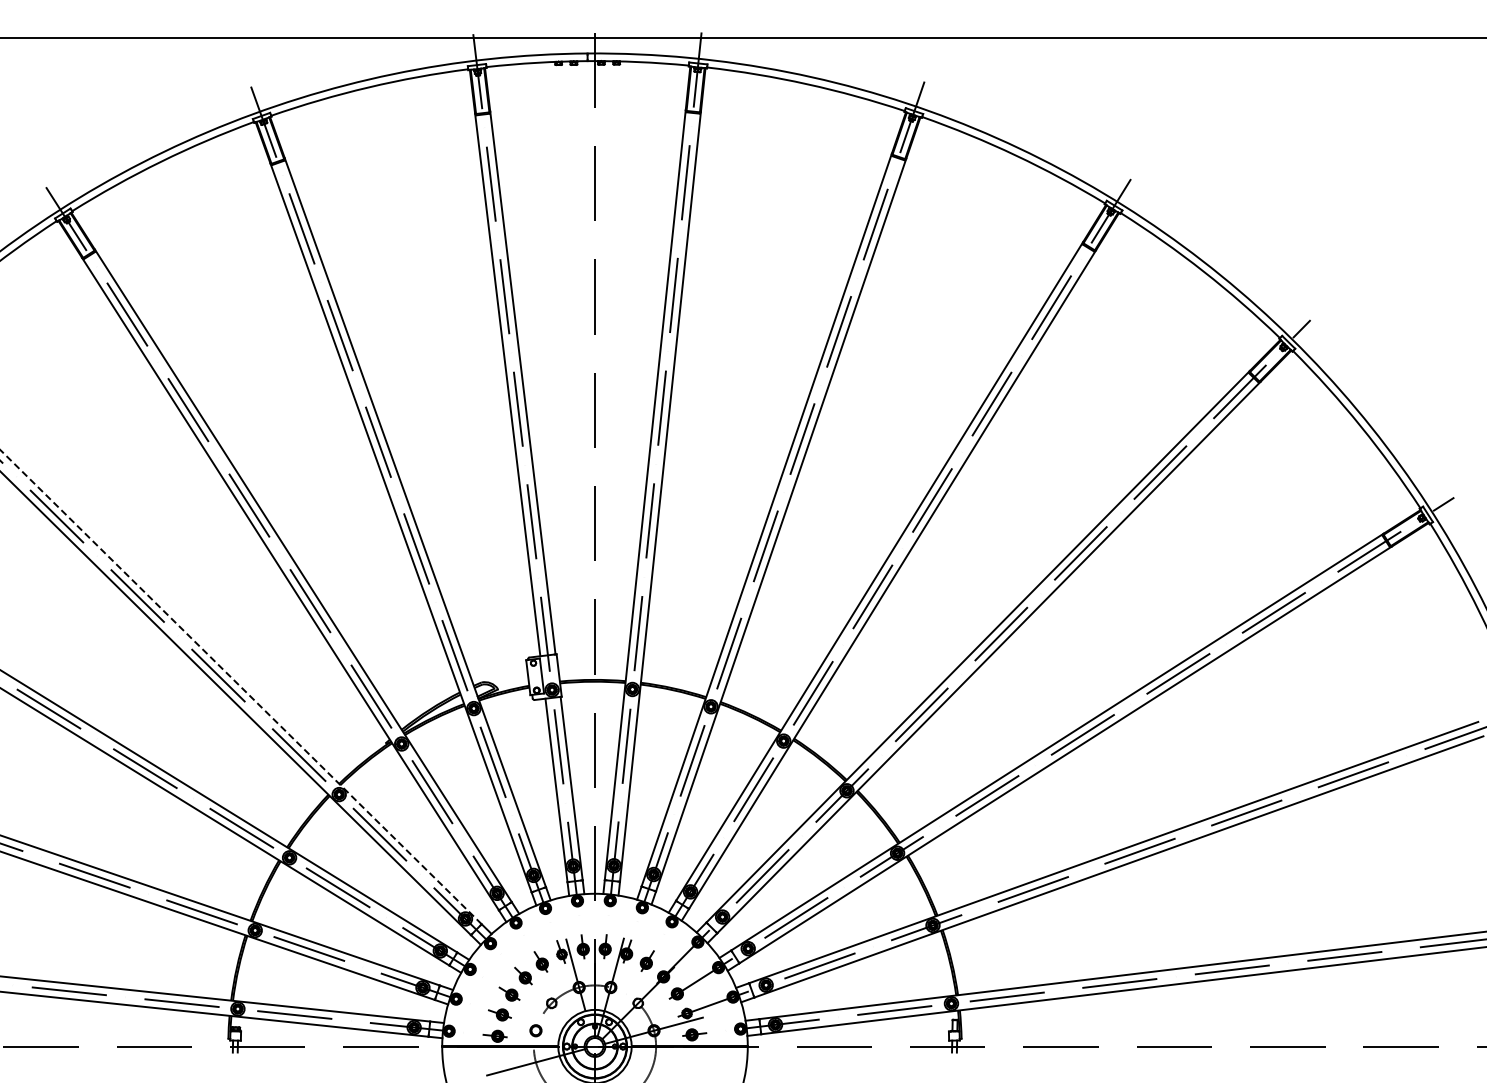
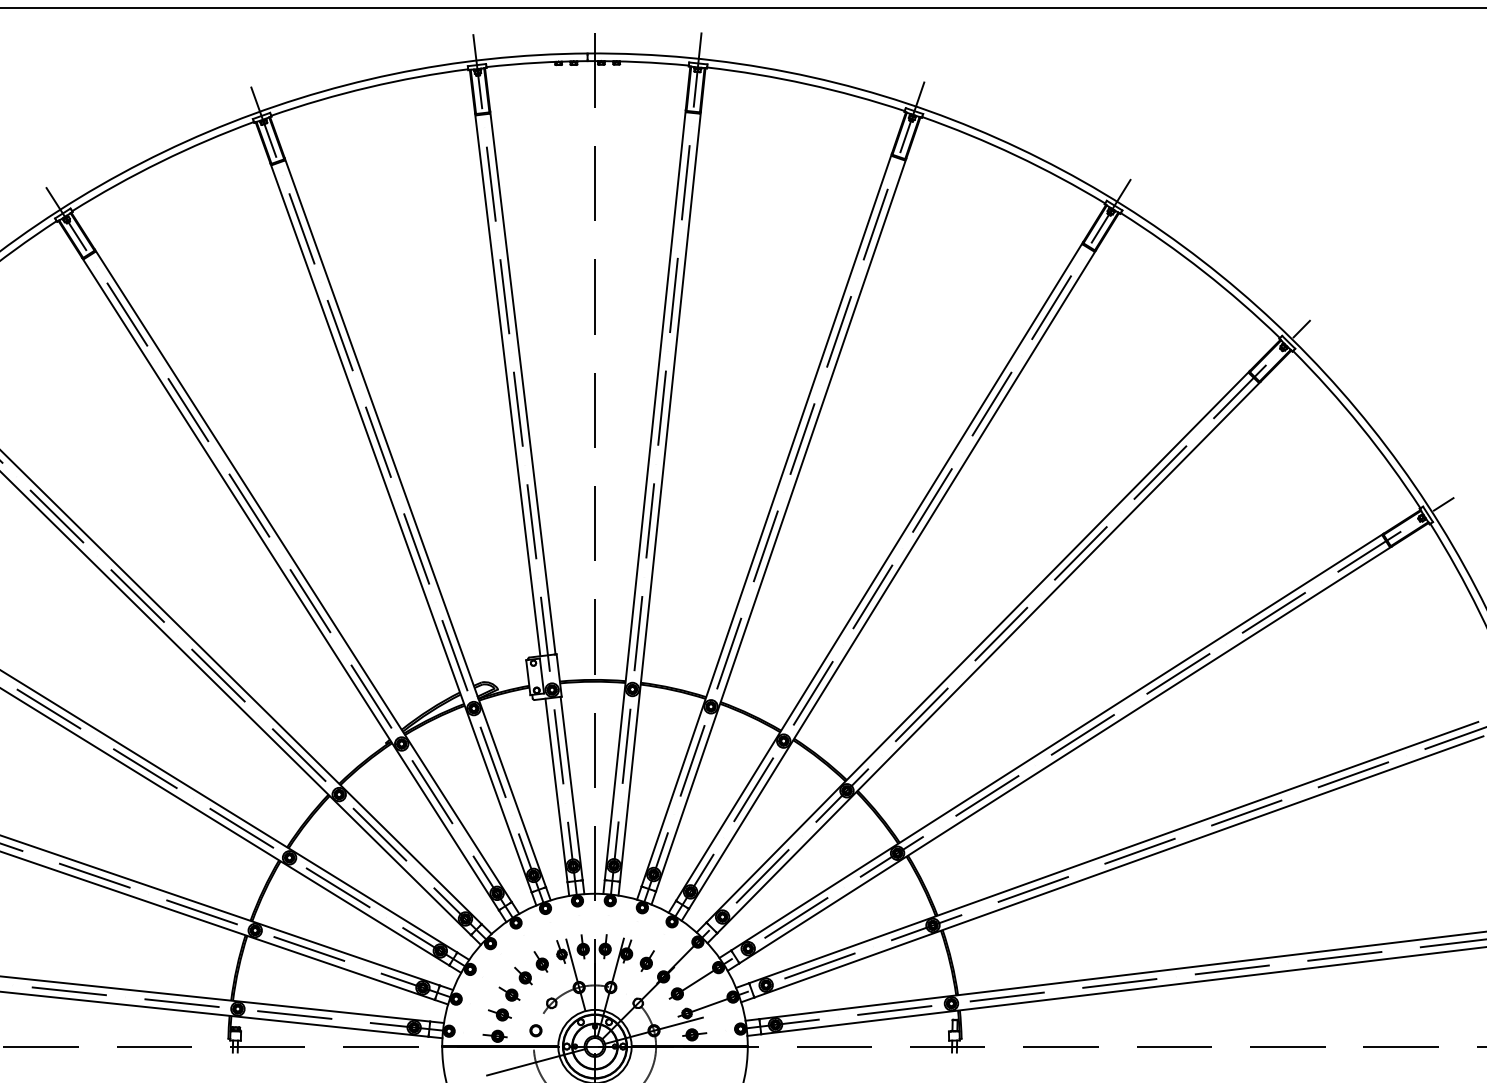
line at (742, 37) position: (742, 37) -> (742, 7)
line at (241, 687): dashed -> solid
